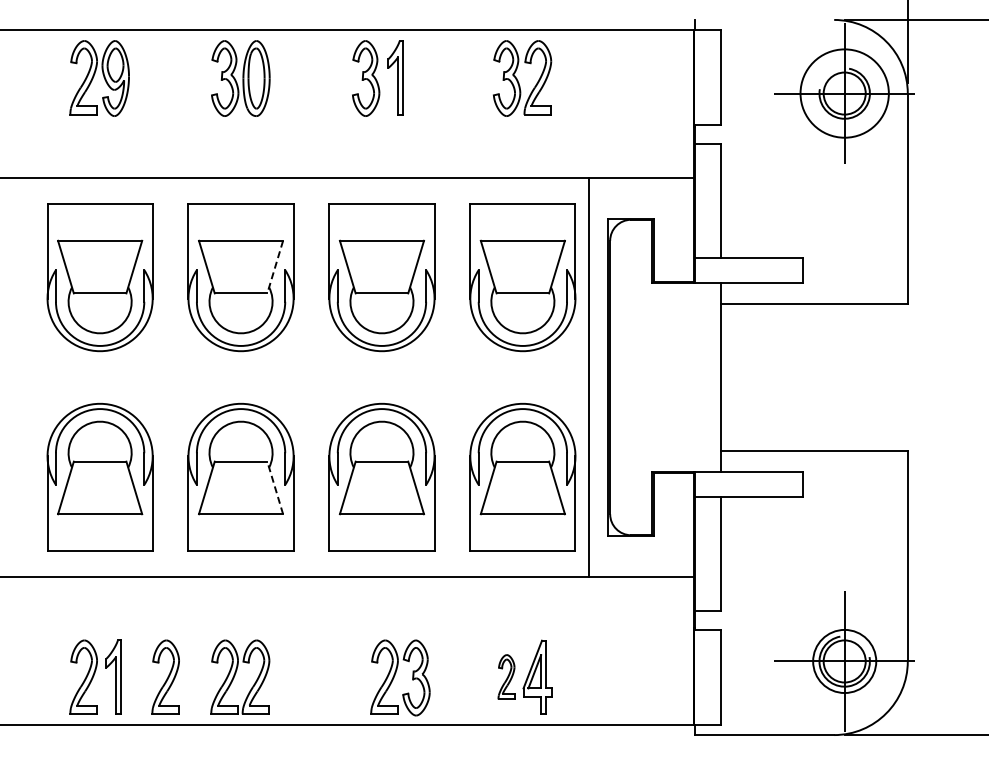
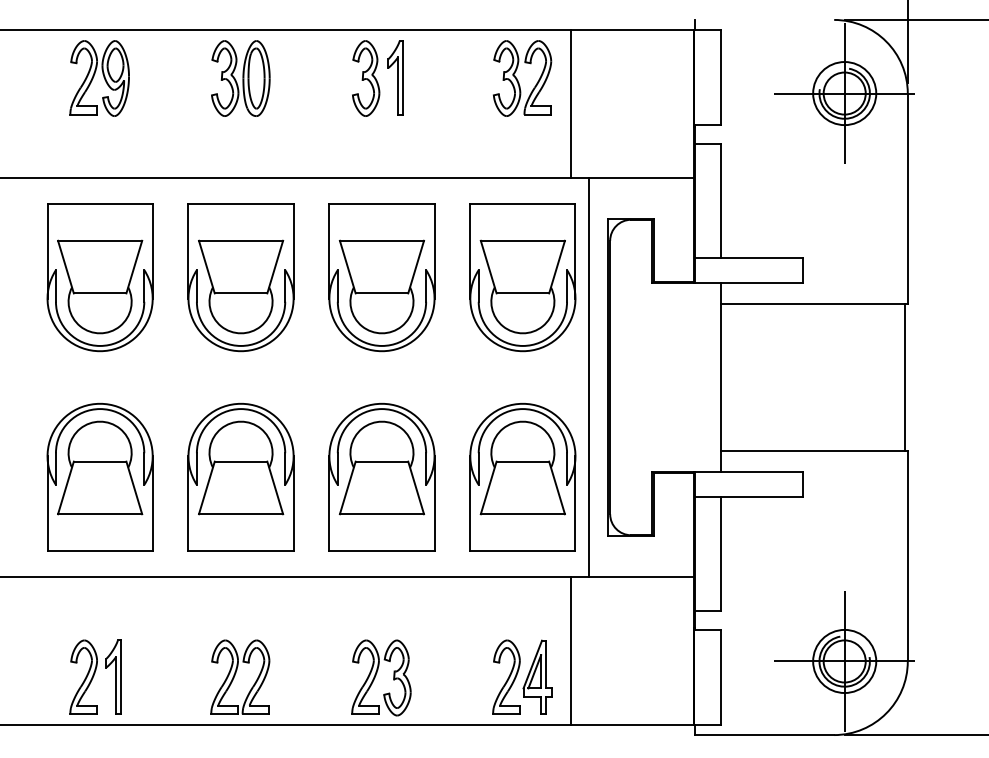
circle at (844, 93) diameter: 88 px -> 63 px
line at (571, 103): none -> present
line at (275, 267): dashed -> solid
line at (904, 377): none -> present
line at (275, 487): dashed -> solid
line at (571, 650): none -> present
part at (165, 676): present -> none
part at (506, 676) size: 19x46 px -> 29x76 px
part at (400, 677) position: (400, 677) -> (381, 677)
